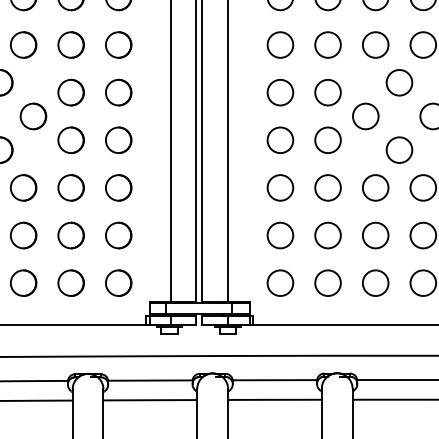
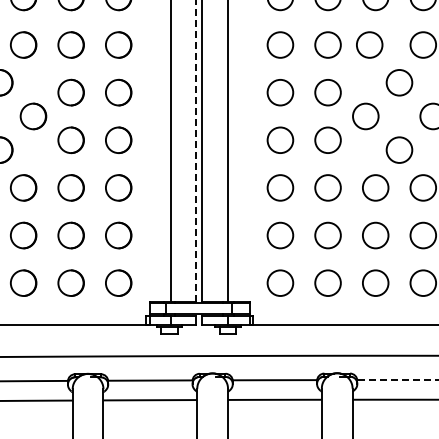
circle at (375, 44) position: (375, 44) -> (369, 44)
line at (195, 150): solid -> dashed
line at (398, 380): solid -> dashed
